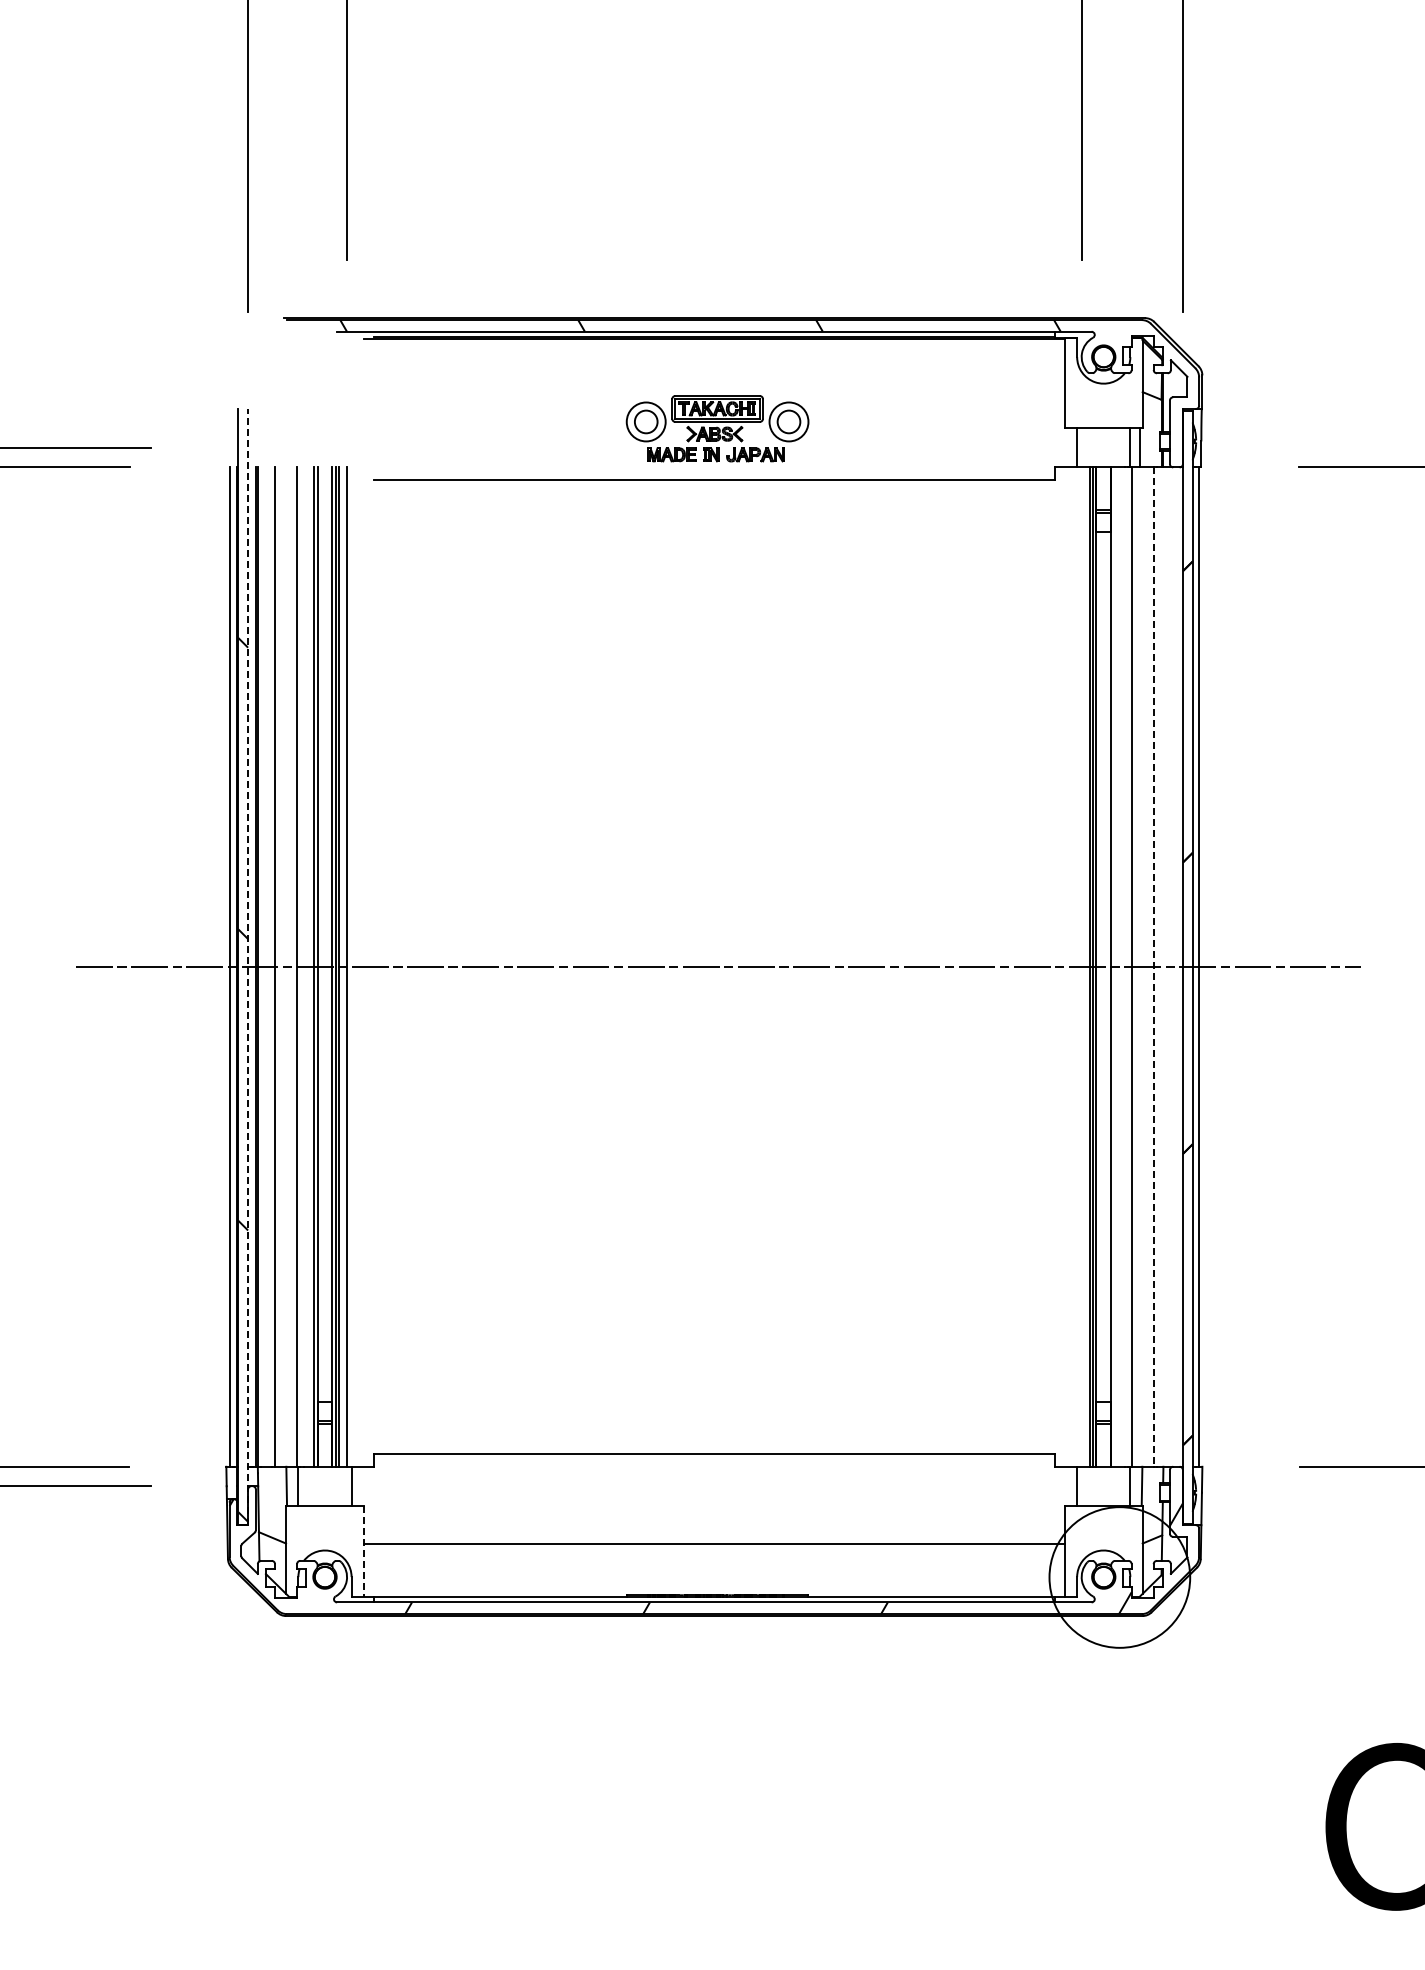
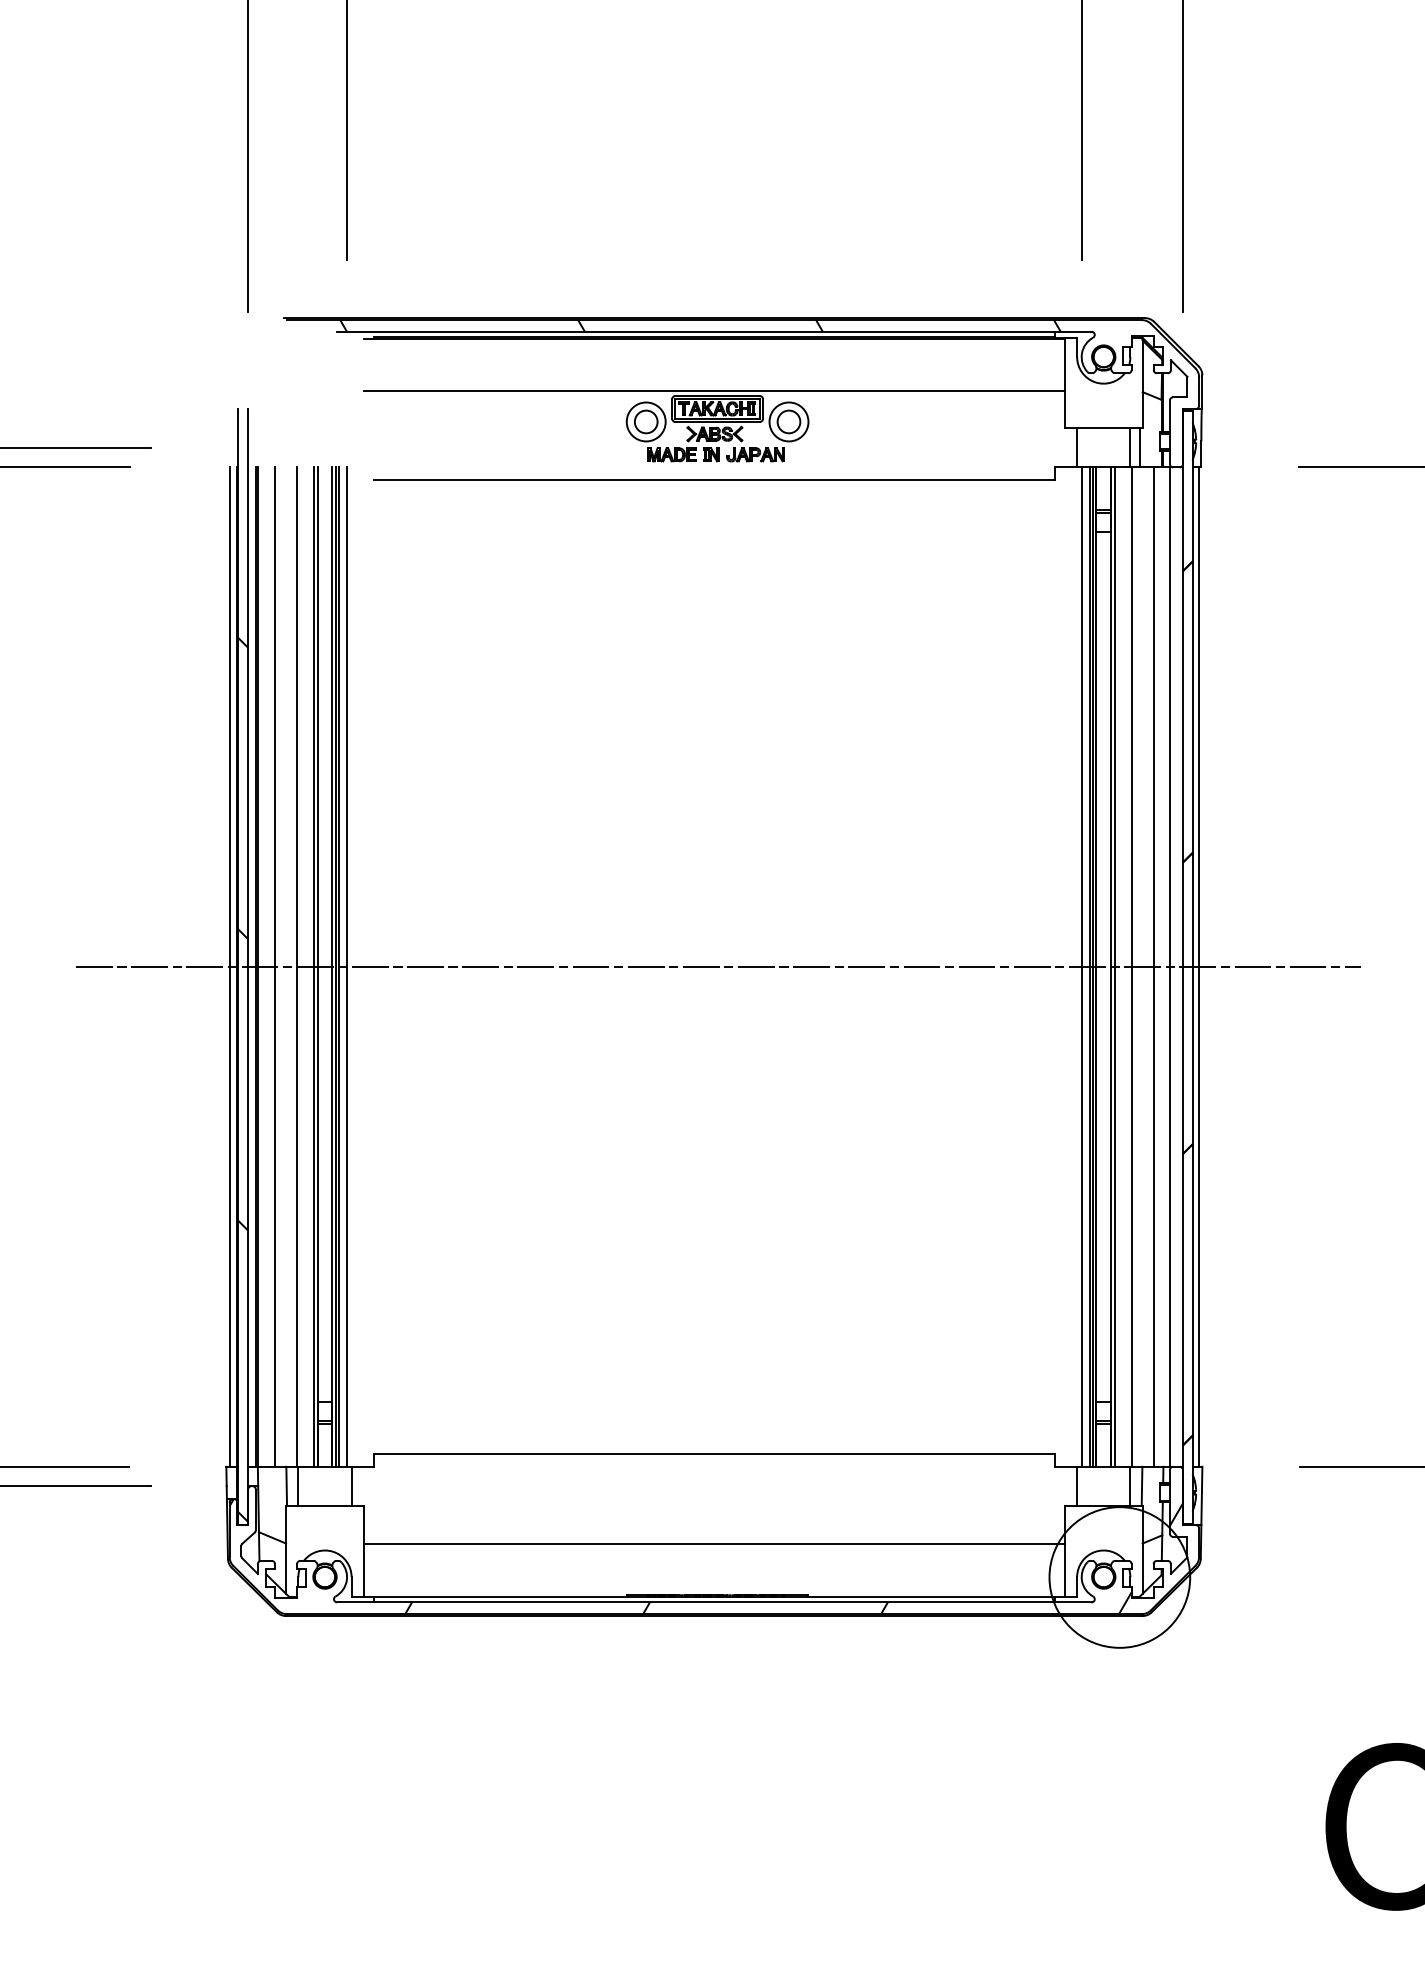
line at (713, 391): none -> present
line at (1081, 966): none -> present
line at (1114, 966): none -> present
line at (1169, 966): none -> present
line at (248, 967): dashed -> solid
line at (1153, 967): dashed -> solid
line at (363, 1551): dashed -> solid
